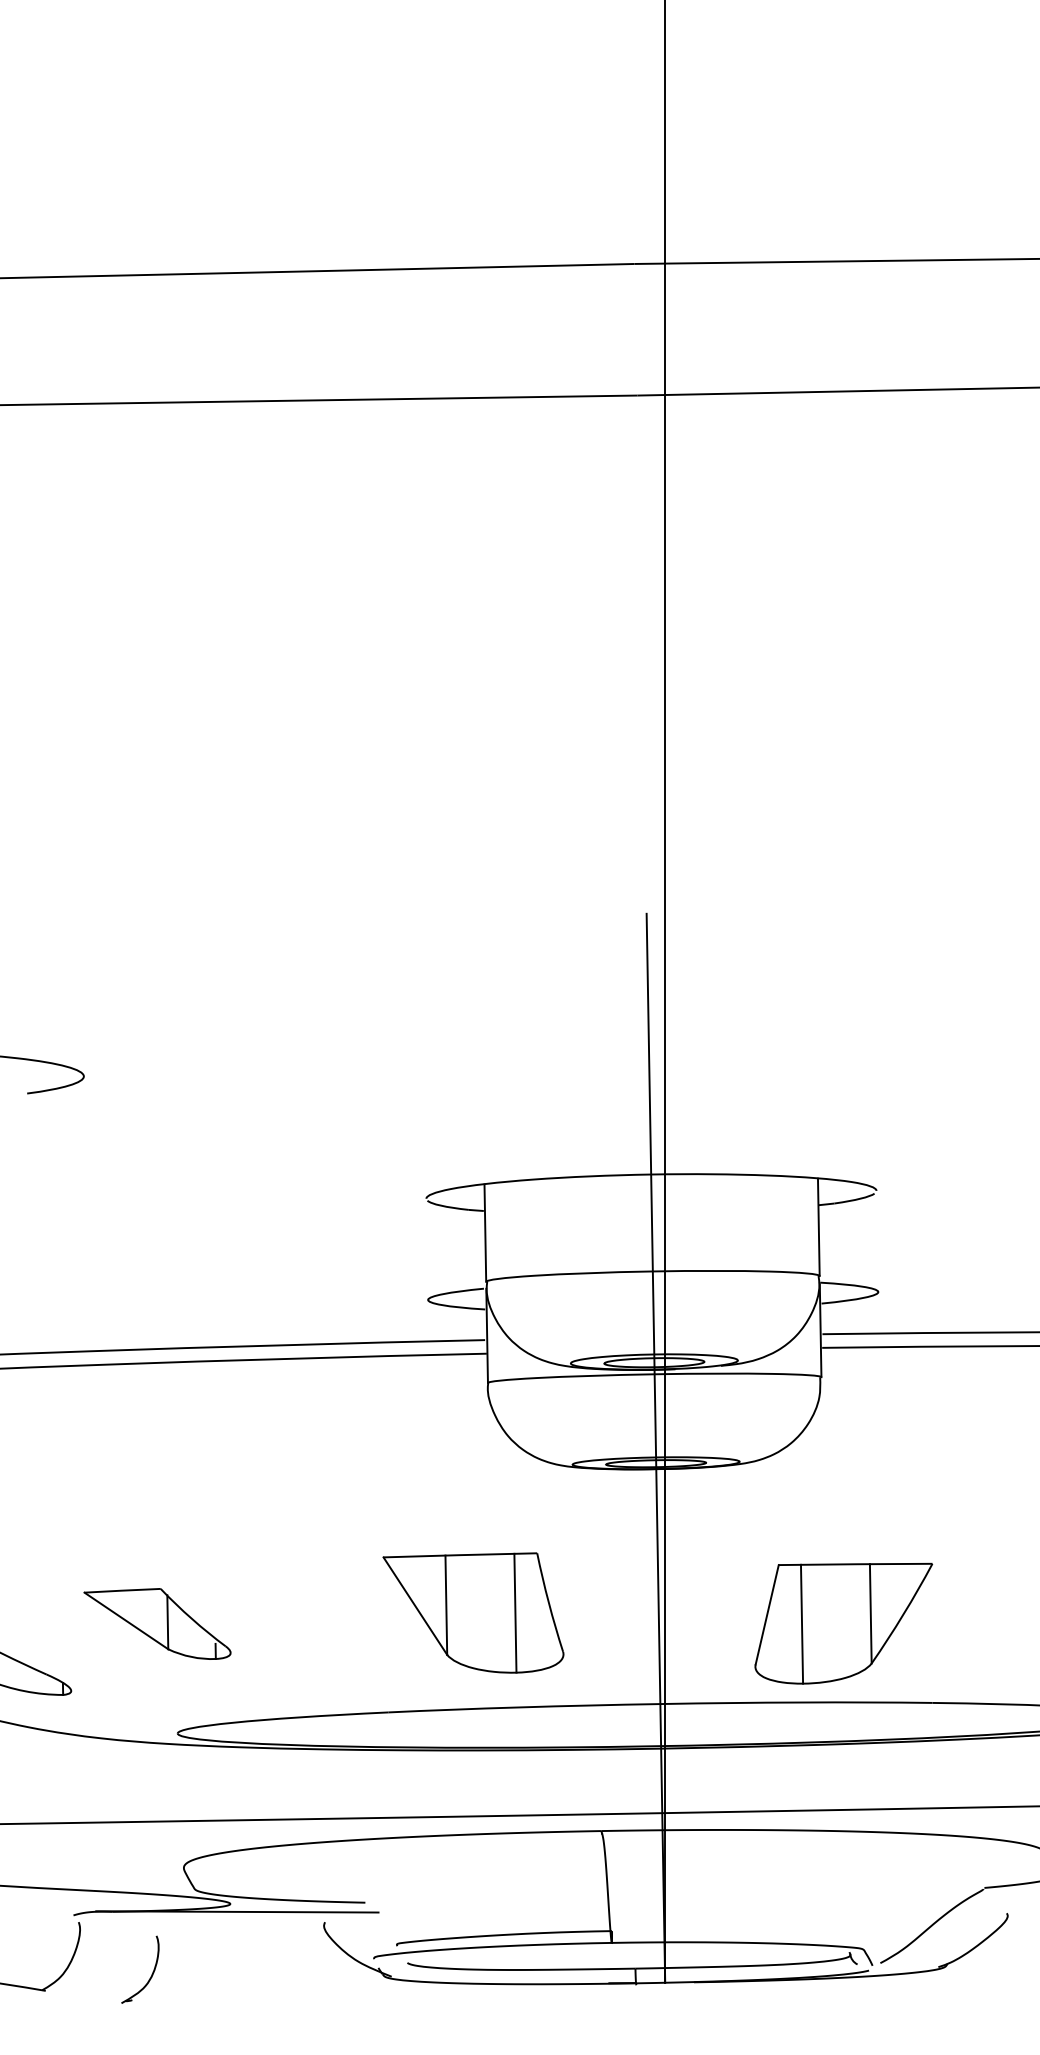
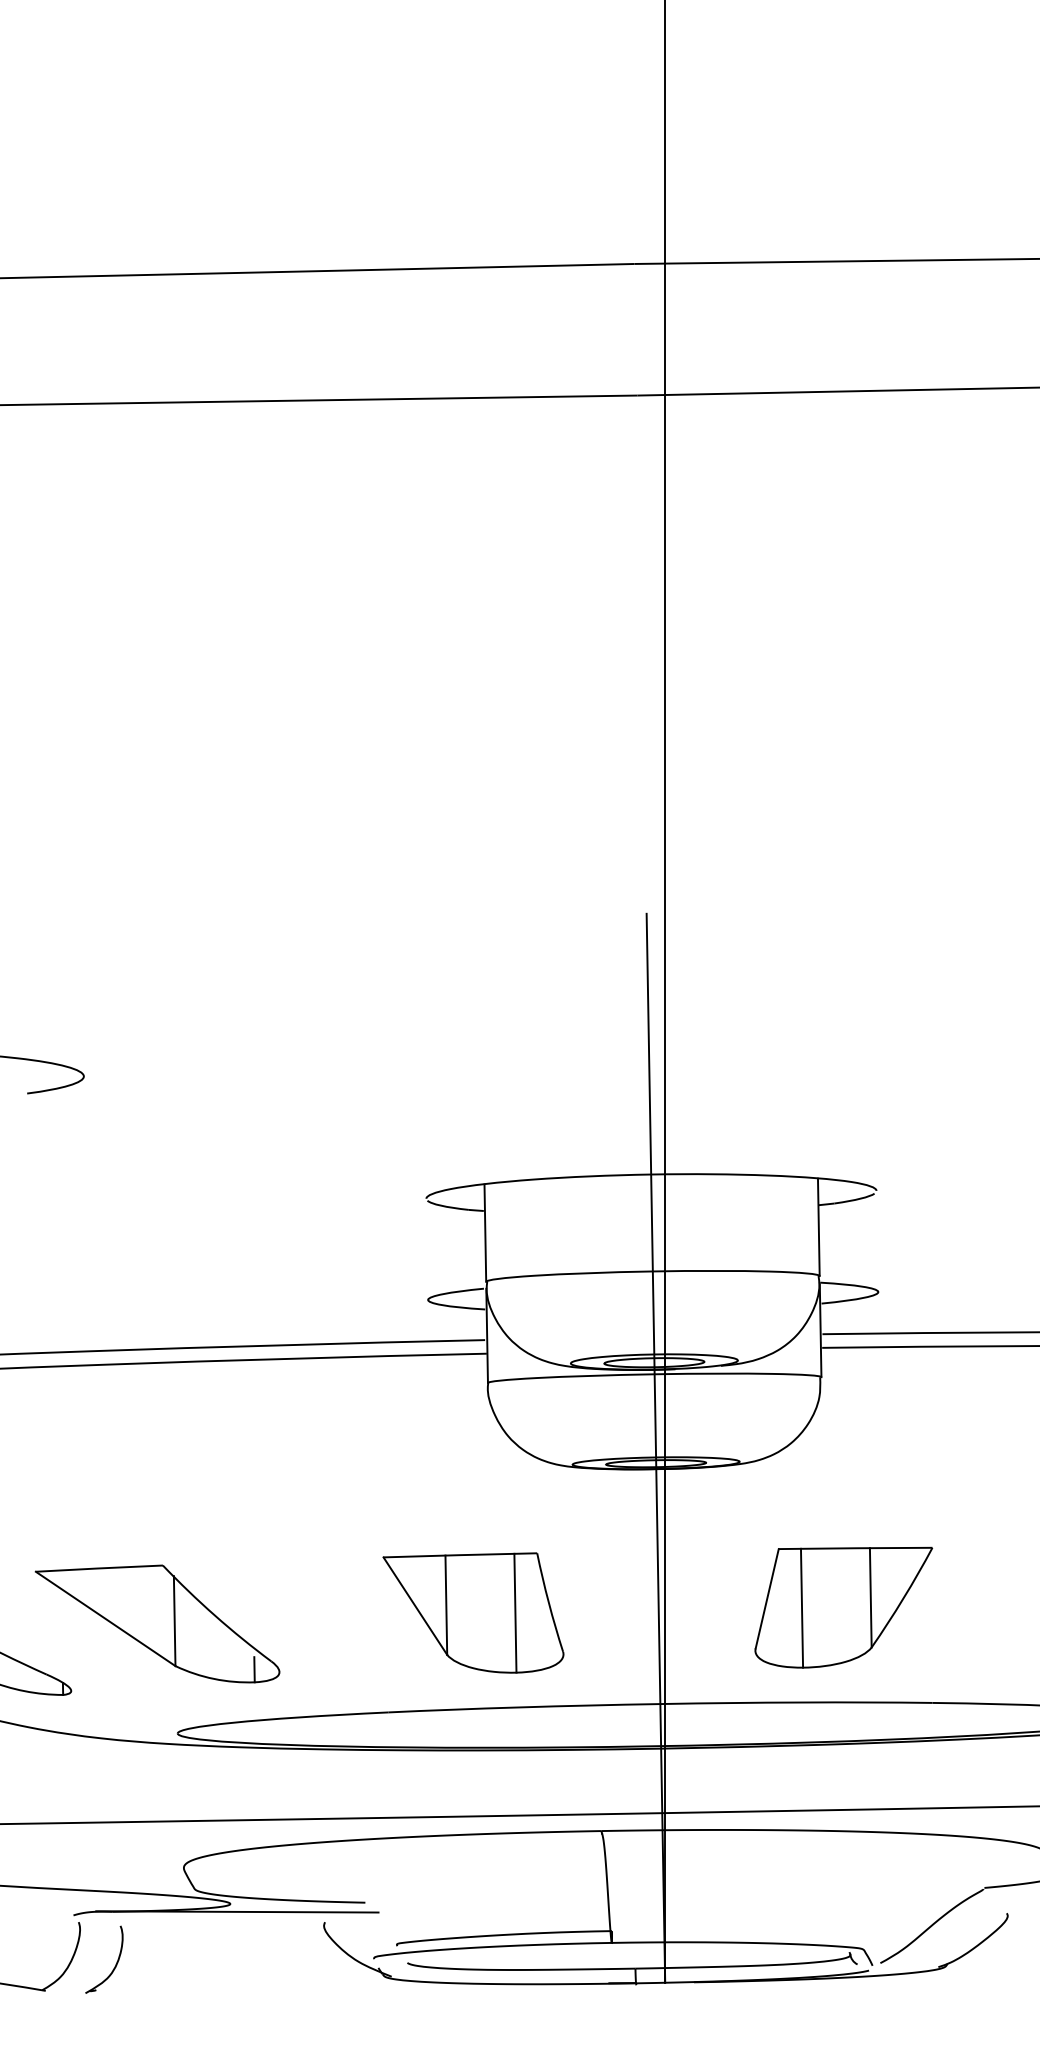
part at (157, 1623) size: 149x72 px -> 247x120 px
part at (843, 1623) position: (843, 1623) -> (843, 1607)
part at (151, 1974) position: (151, 1974) -> (115, 1964)
